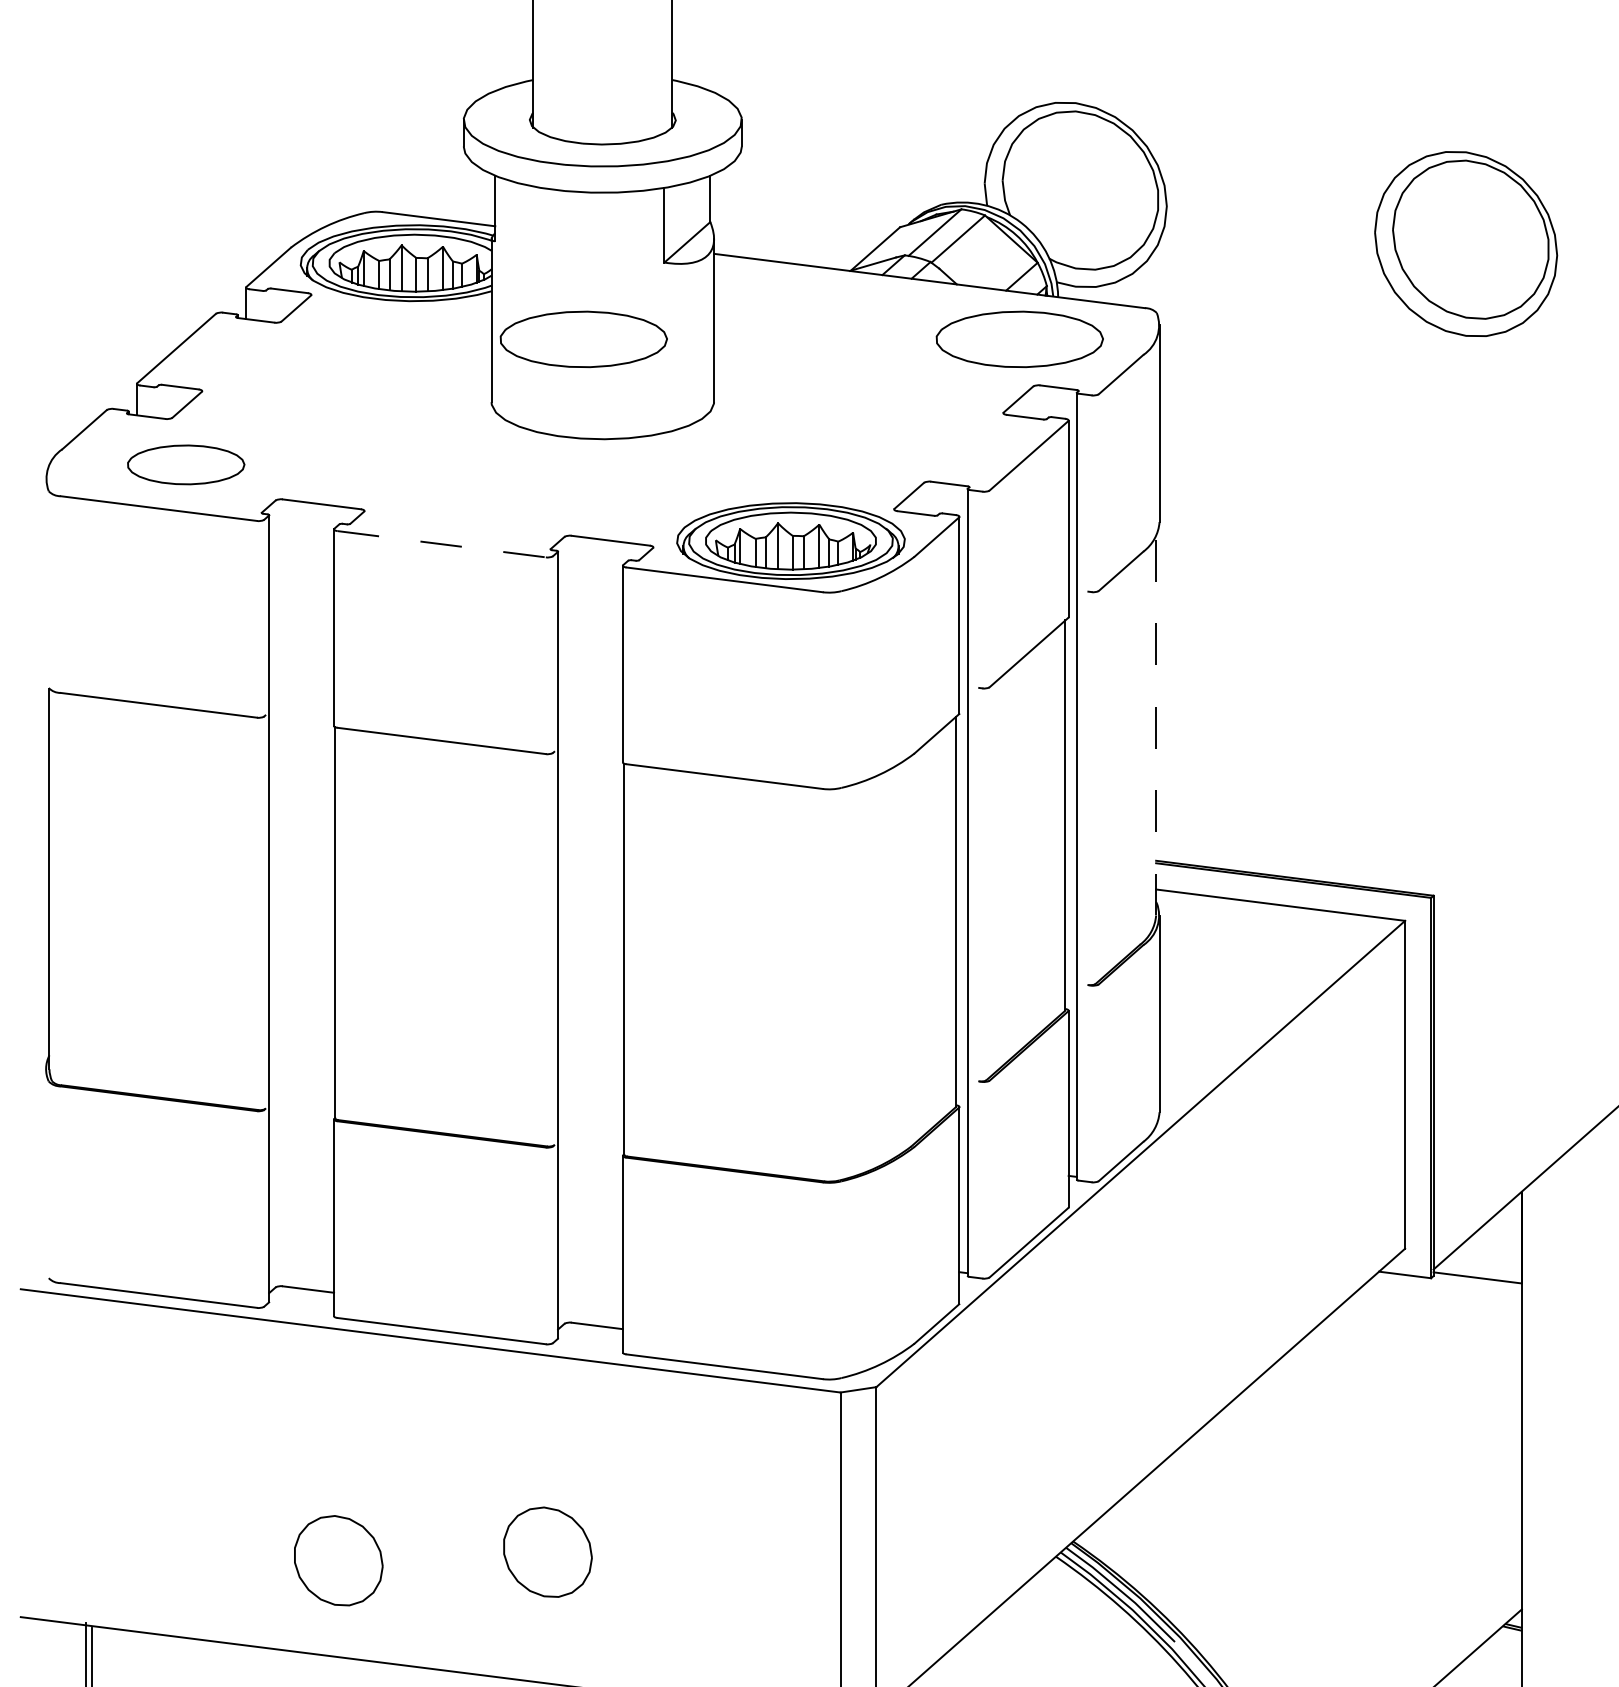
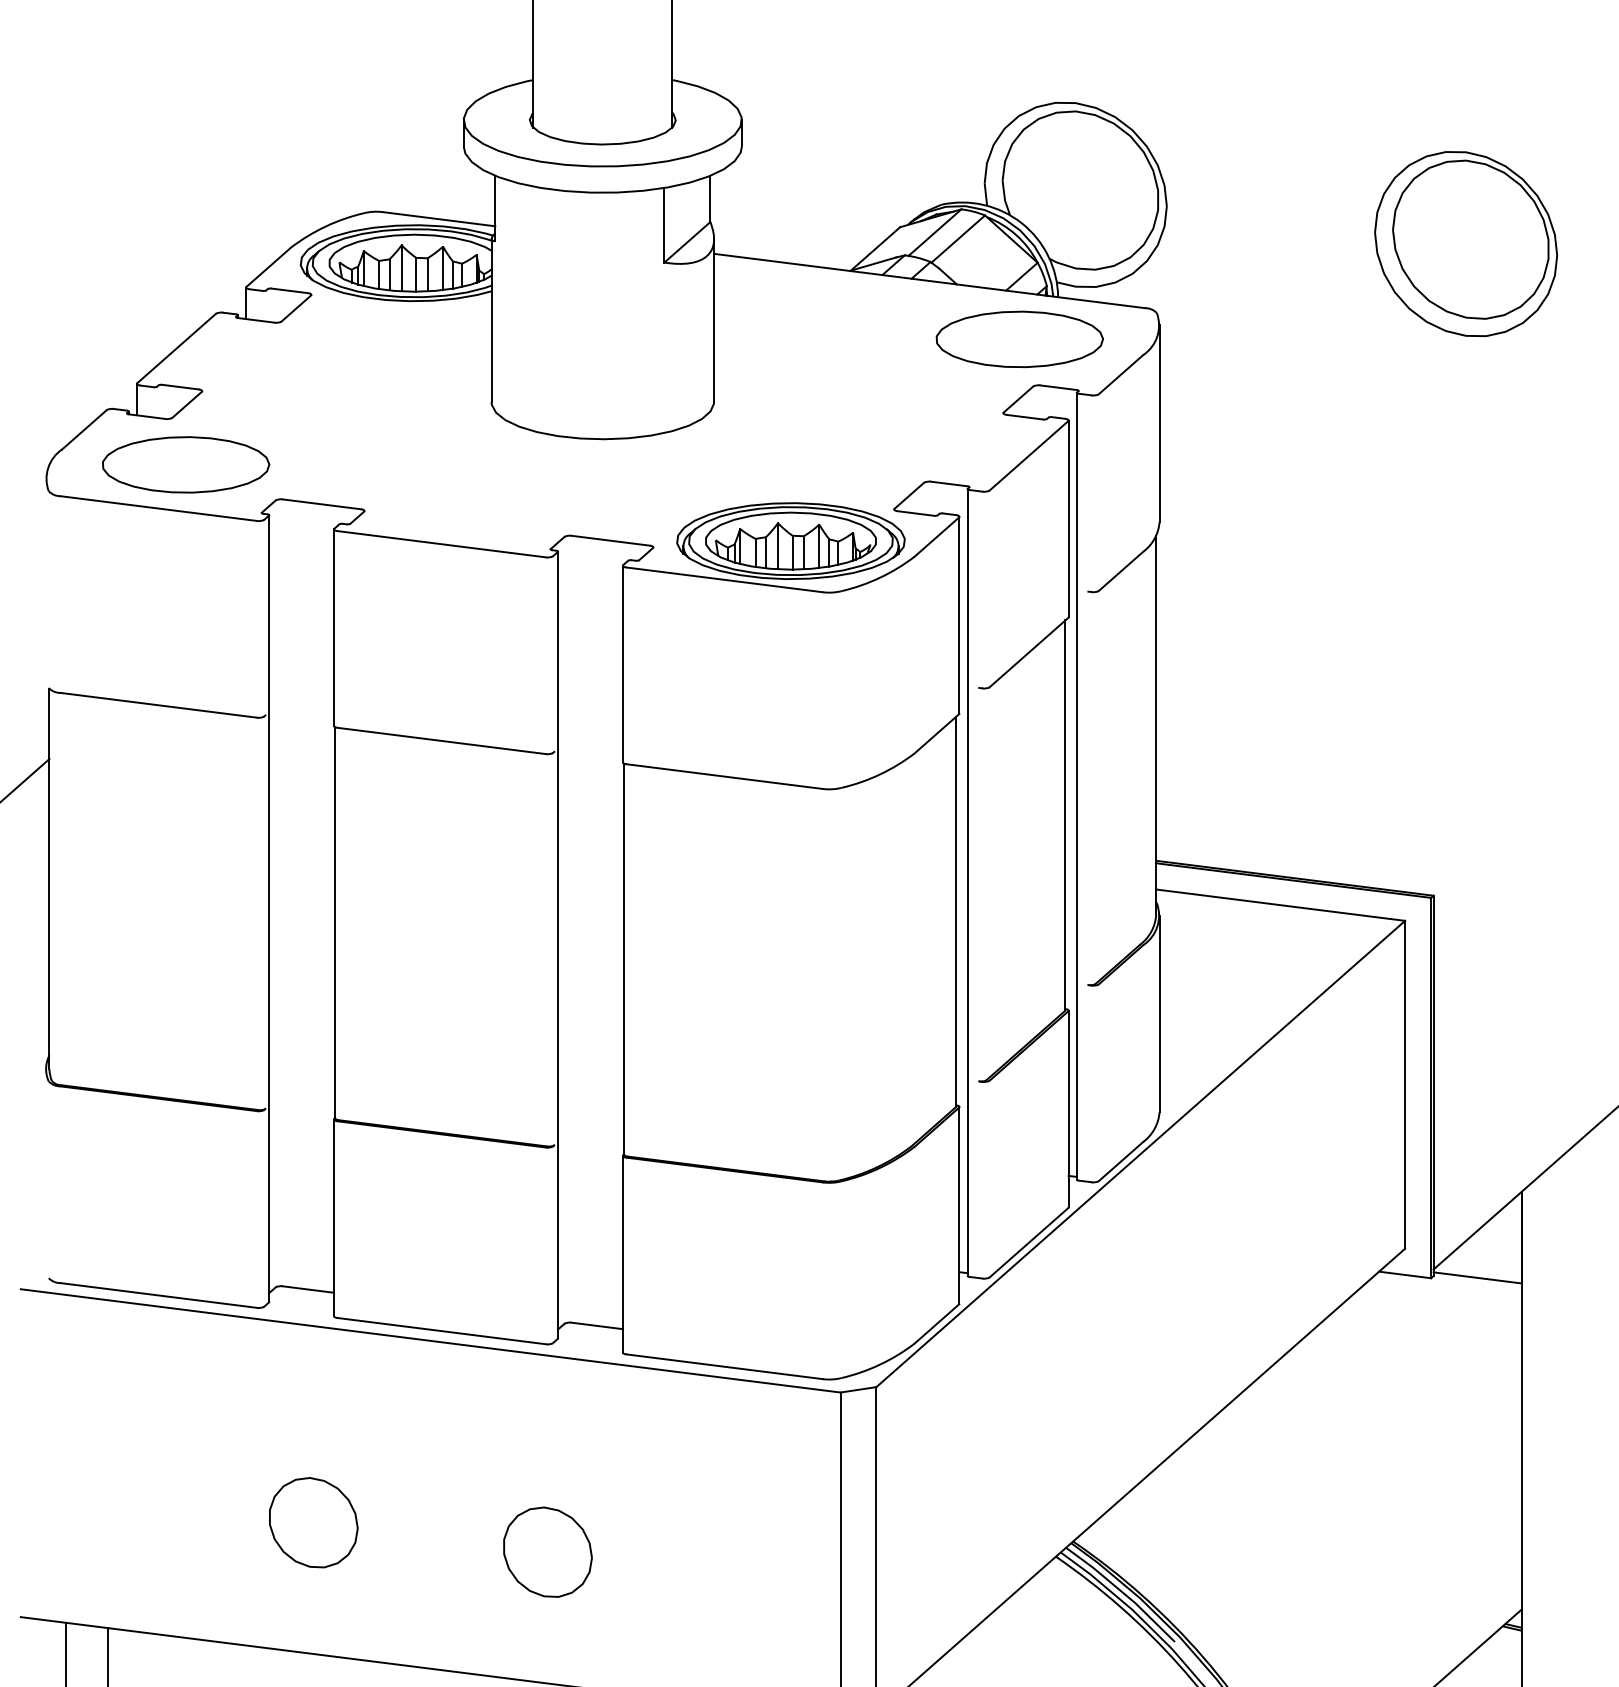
part at (583, 339): present -> none
part at (186, 464) size: 119x42 px -> 169x58 px
line at (441, 544): dashed -> solid
line at (1156, 725): dashed -> solid
line at (25, 779): none -> present
part at (338, 1560) position: (338, 1560) -> (313, 1522)
line at (85, 1652) position: (85, 1652) -> (65, 1652)
line at (91, 1655) position: (91, 1655) -> (107, 1655)
